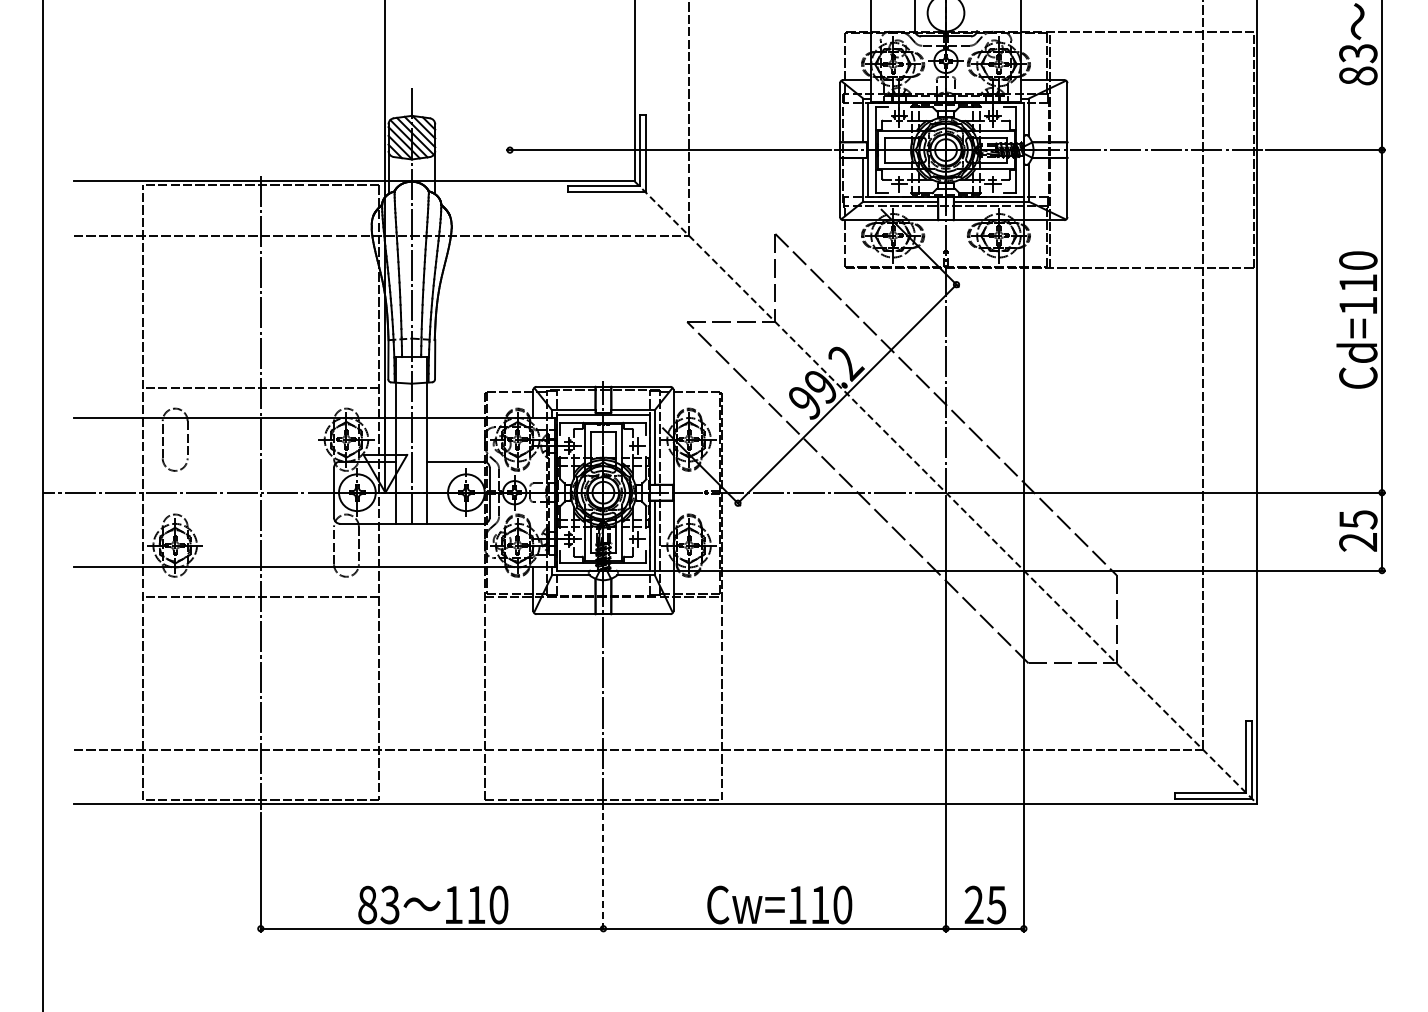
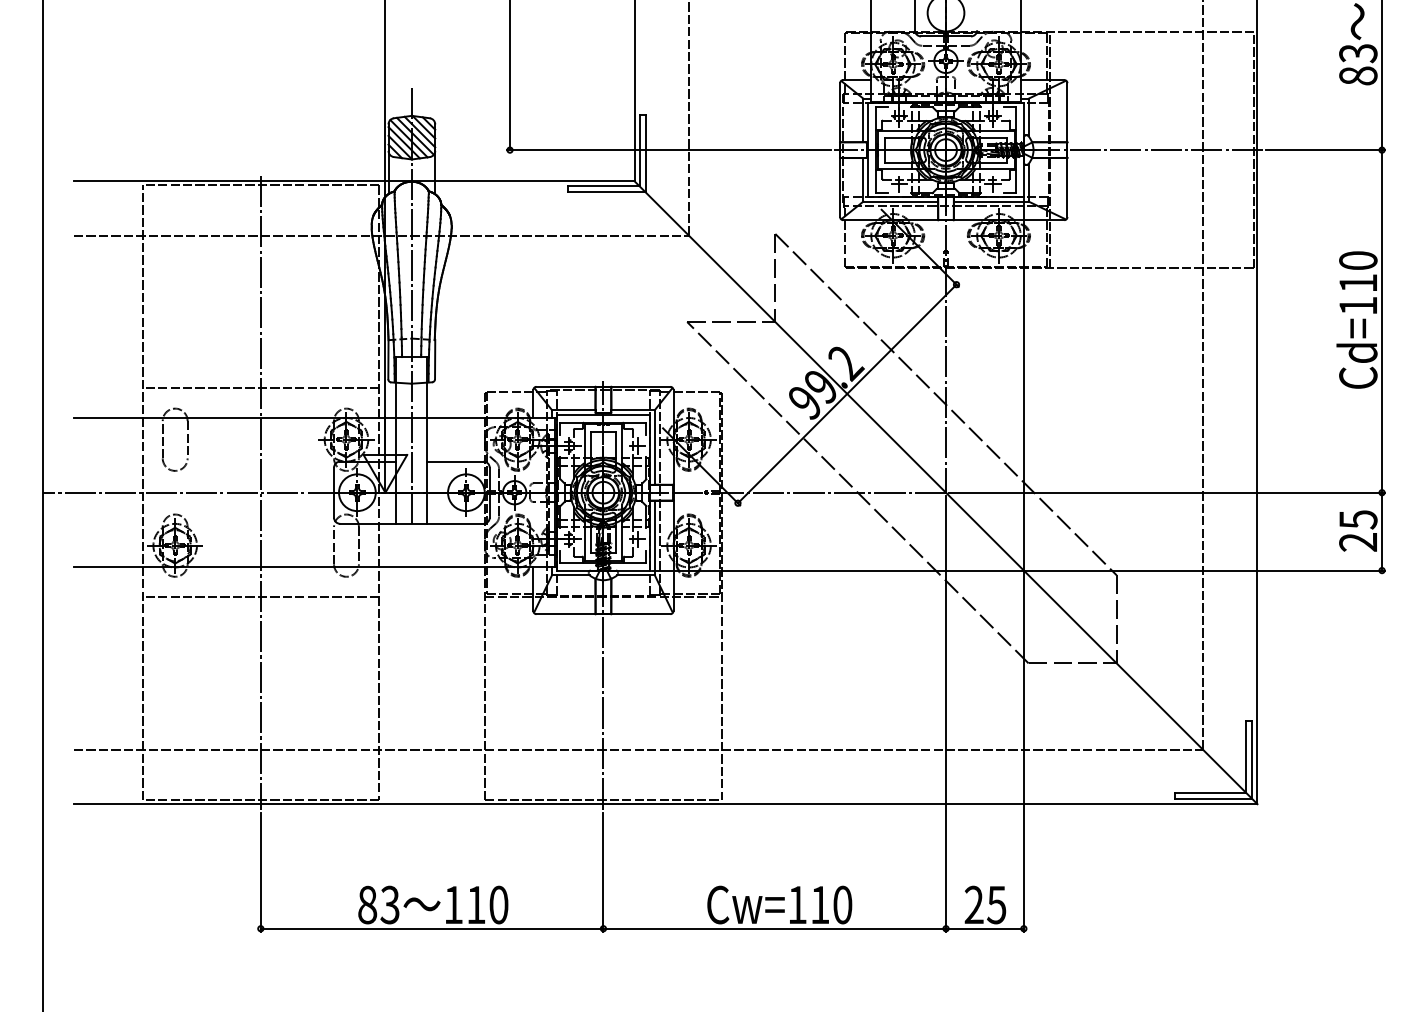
line at (510, 76): none -> present
line at (946, 493): dashed -> solid
line at (603, 872): dashed -> solid
